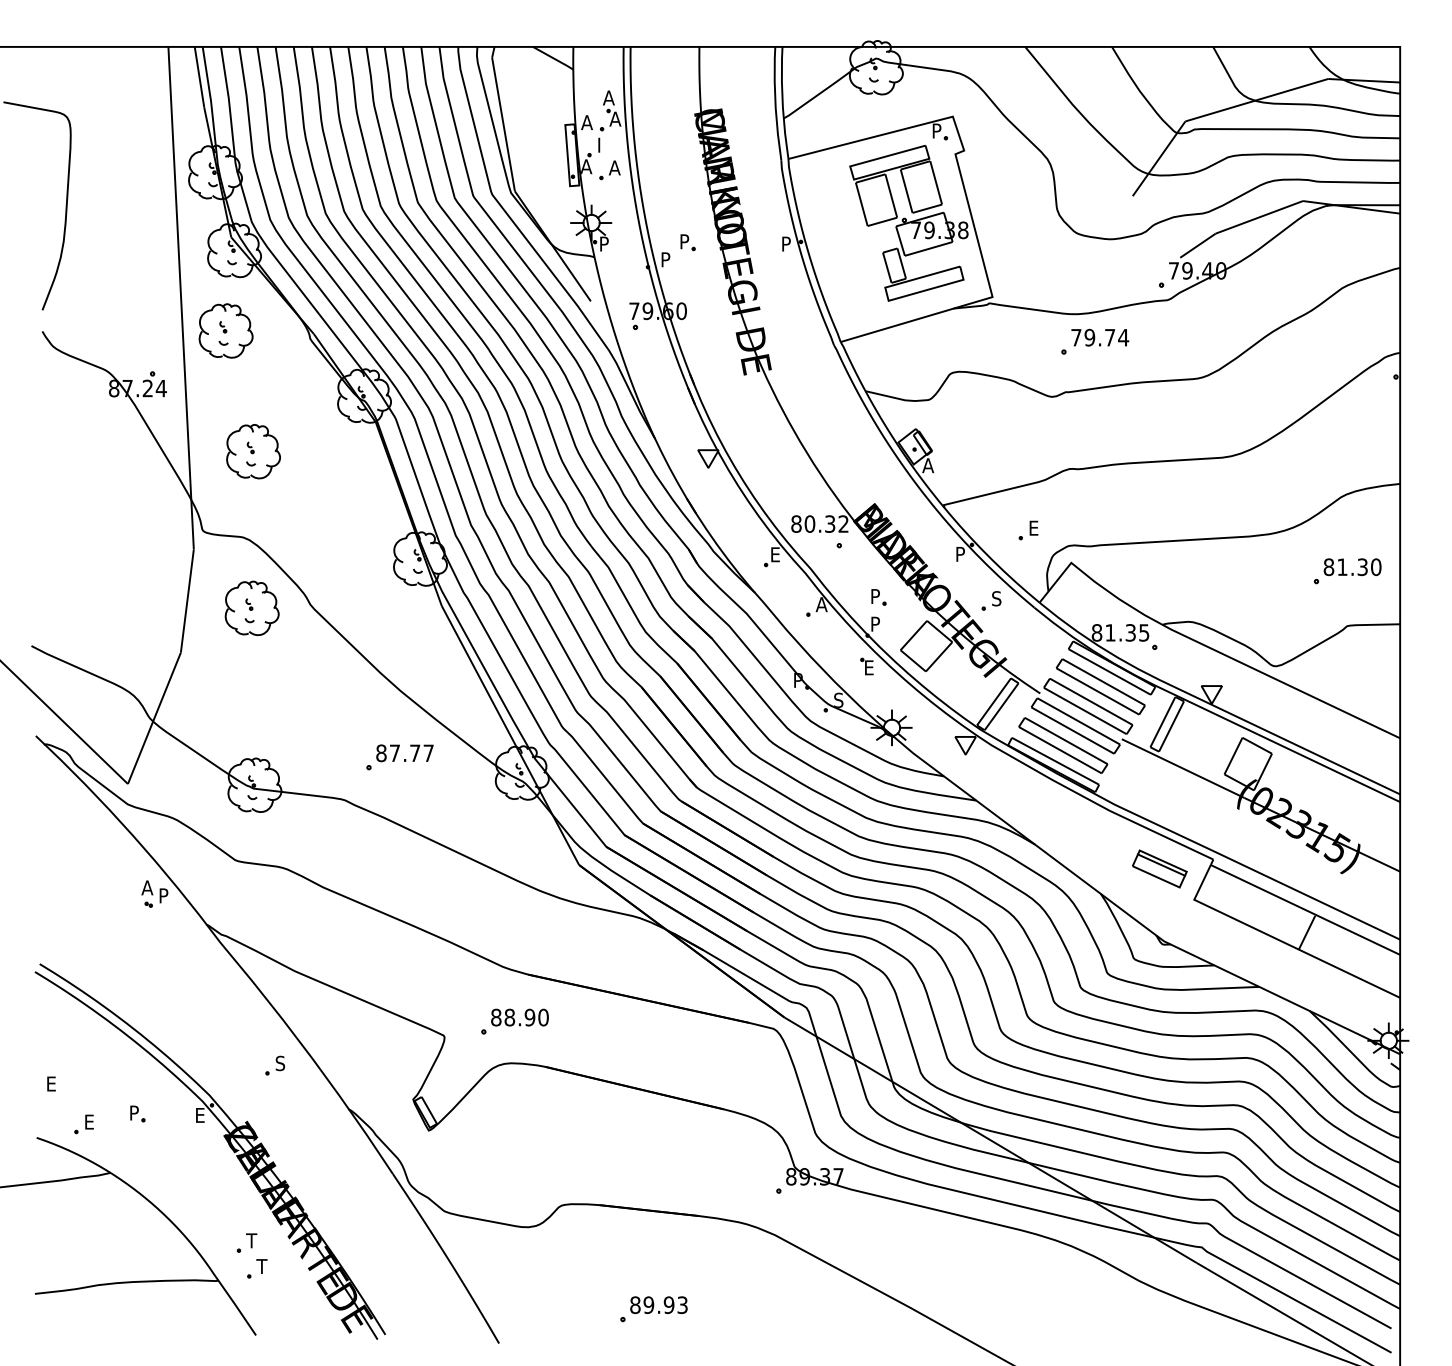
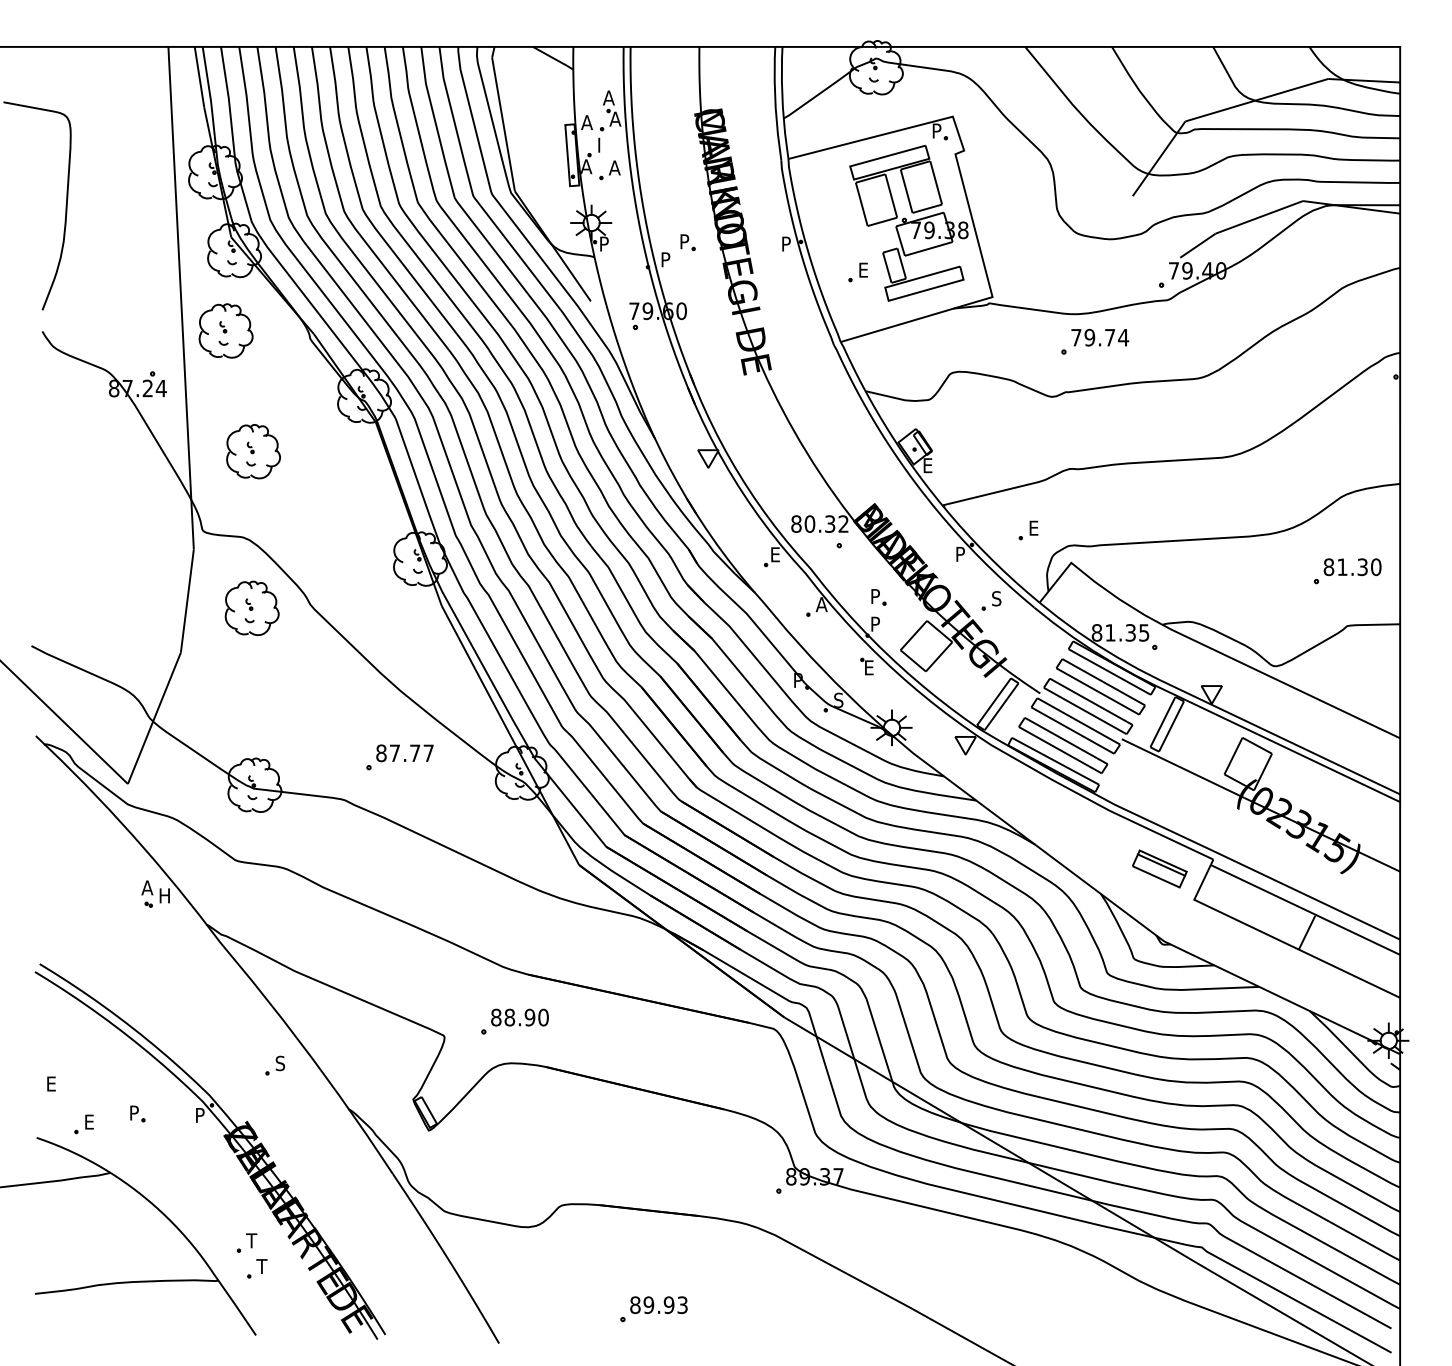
part at (857, 272): none -> present
text at (928, 465): A -> E
text at (165, 895): P -> H
text at (200, 1115): E -> P
